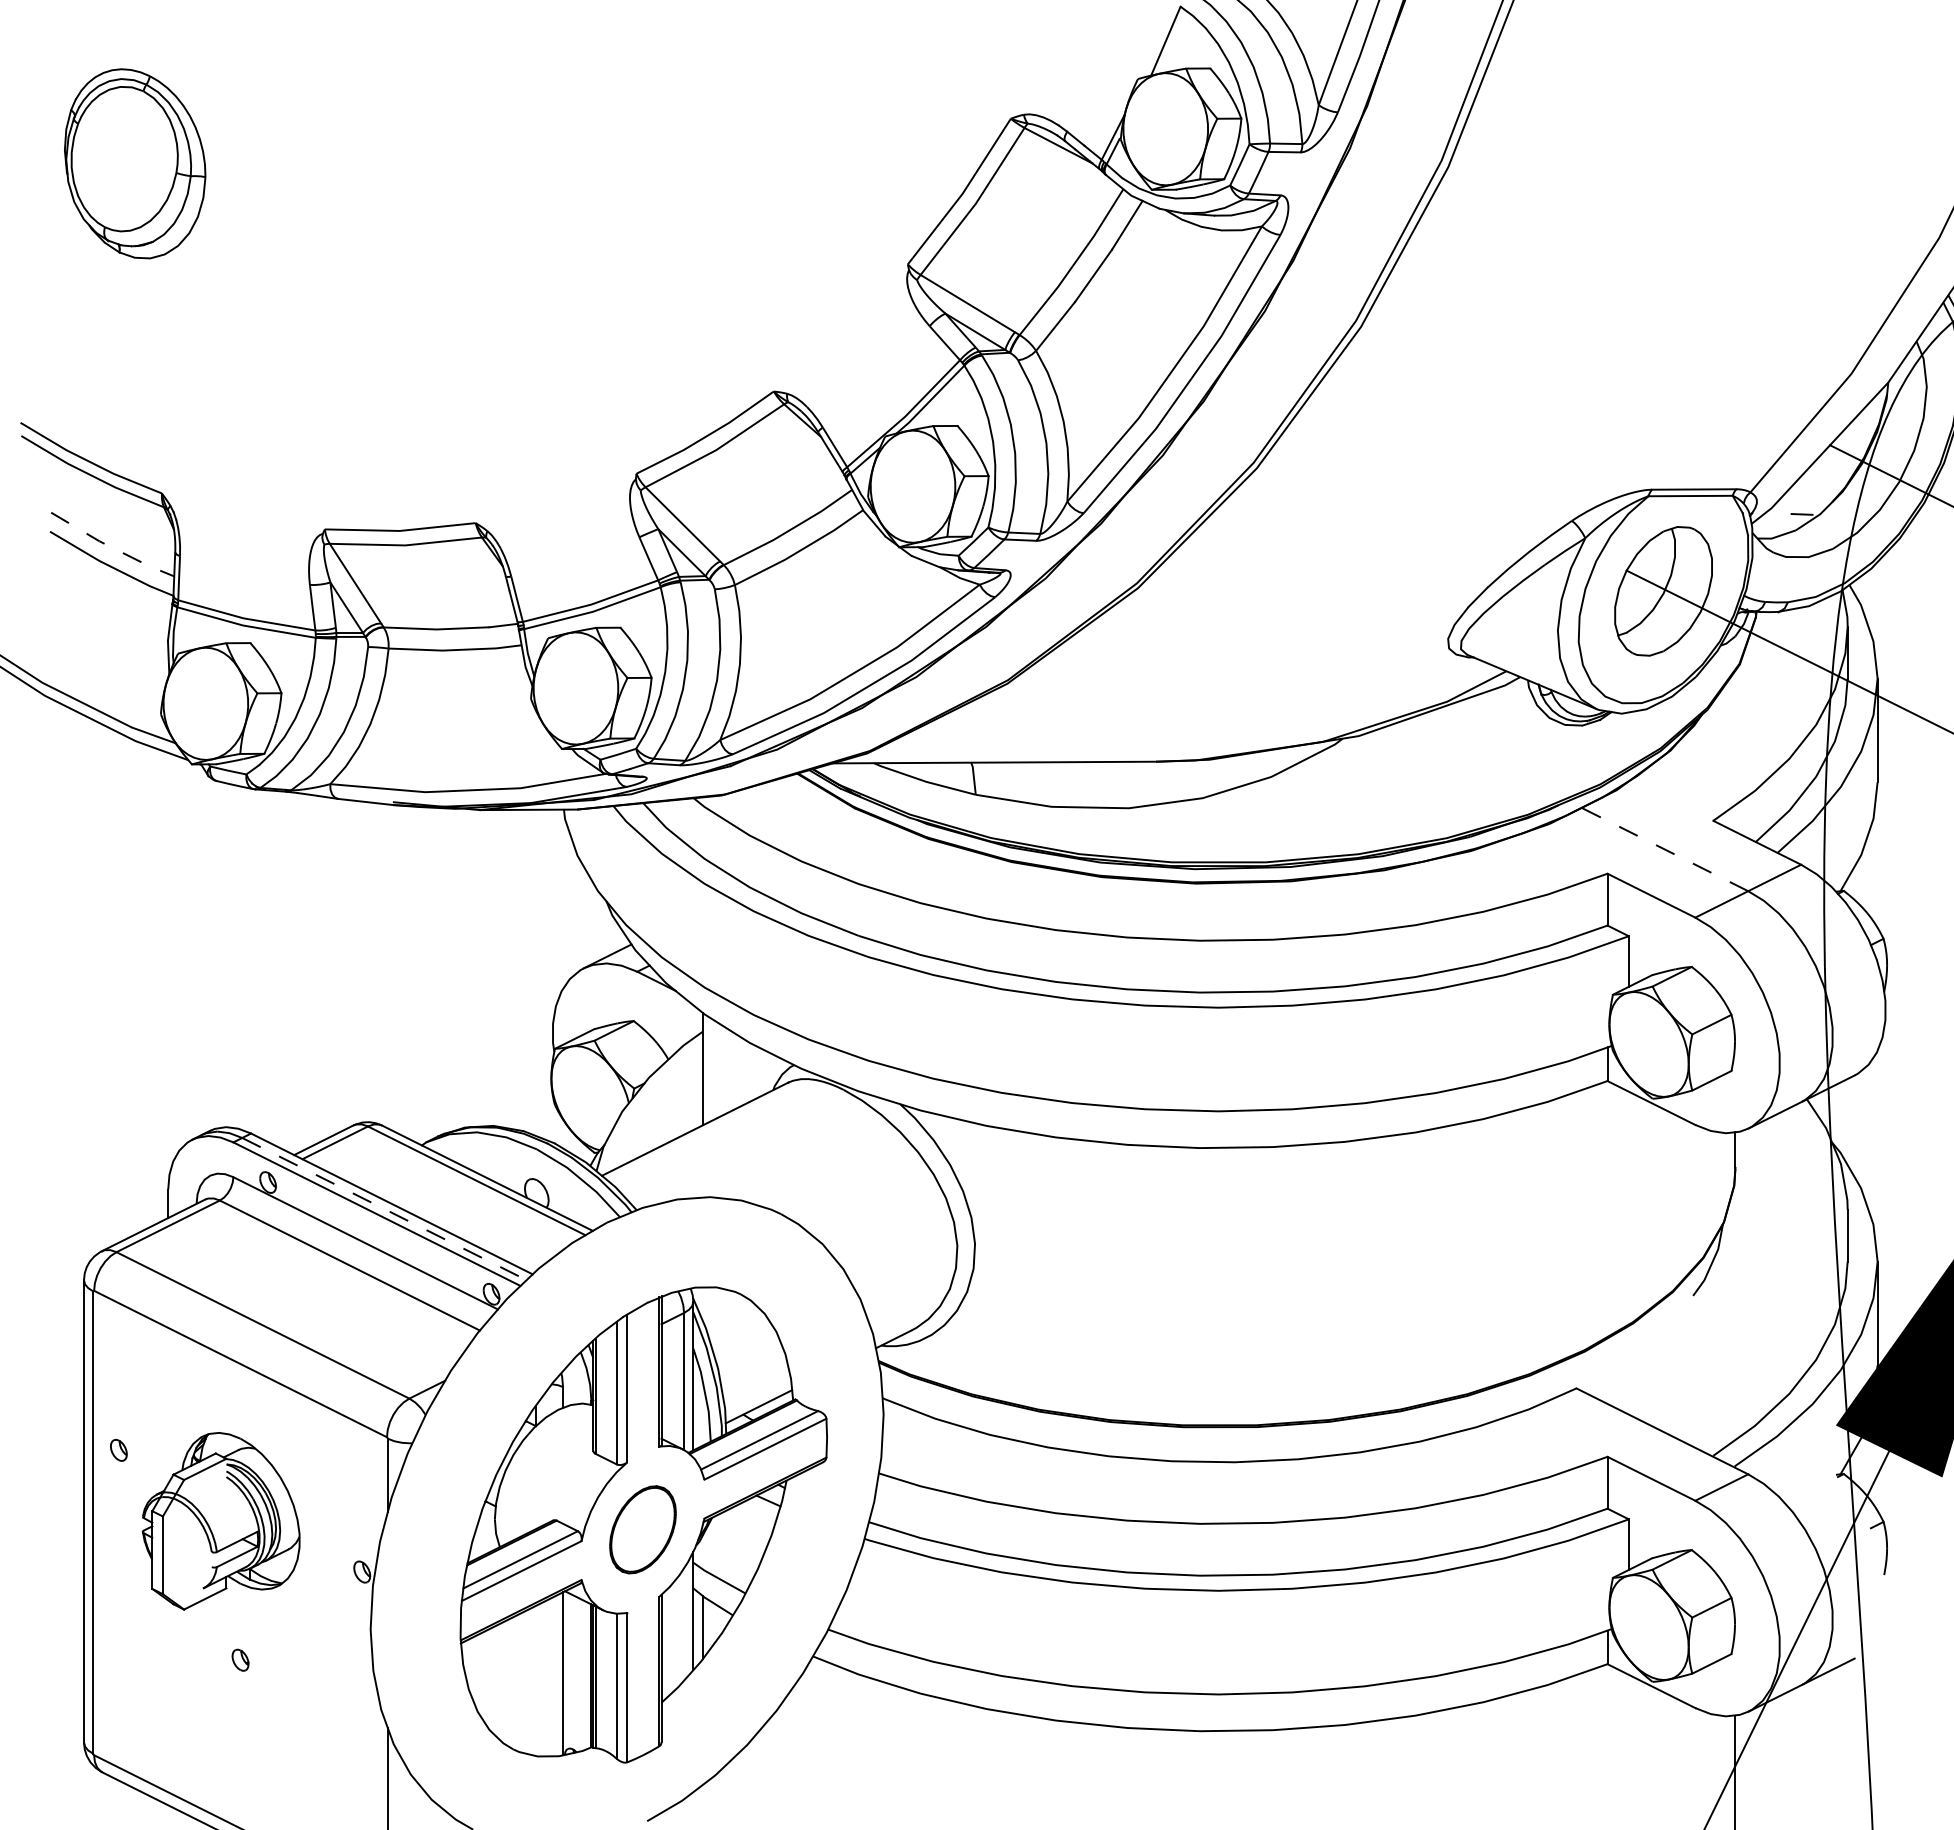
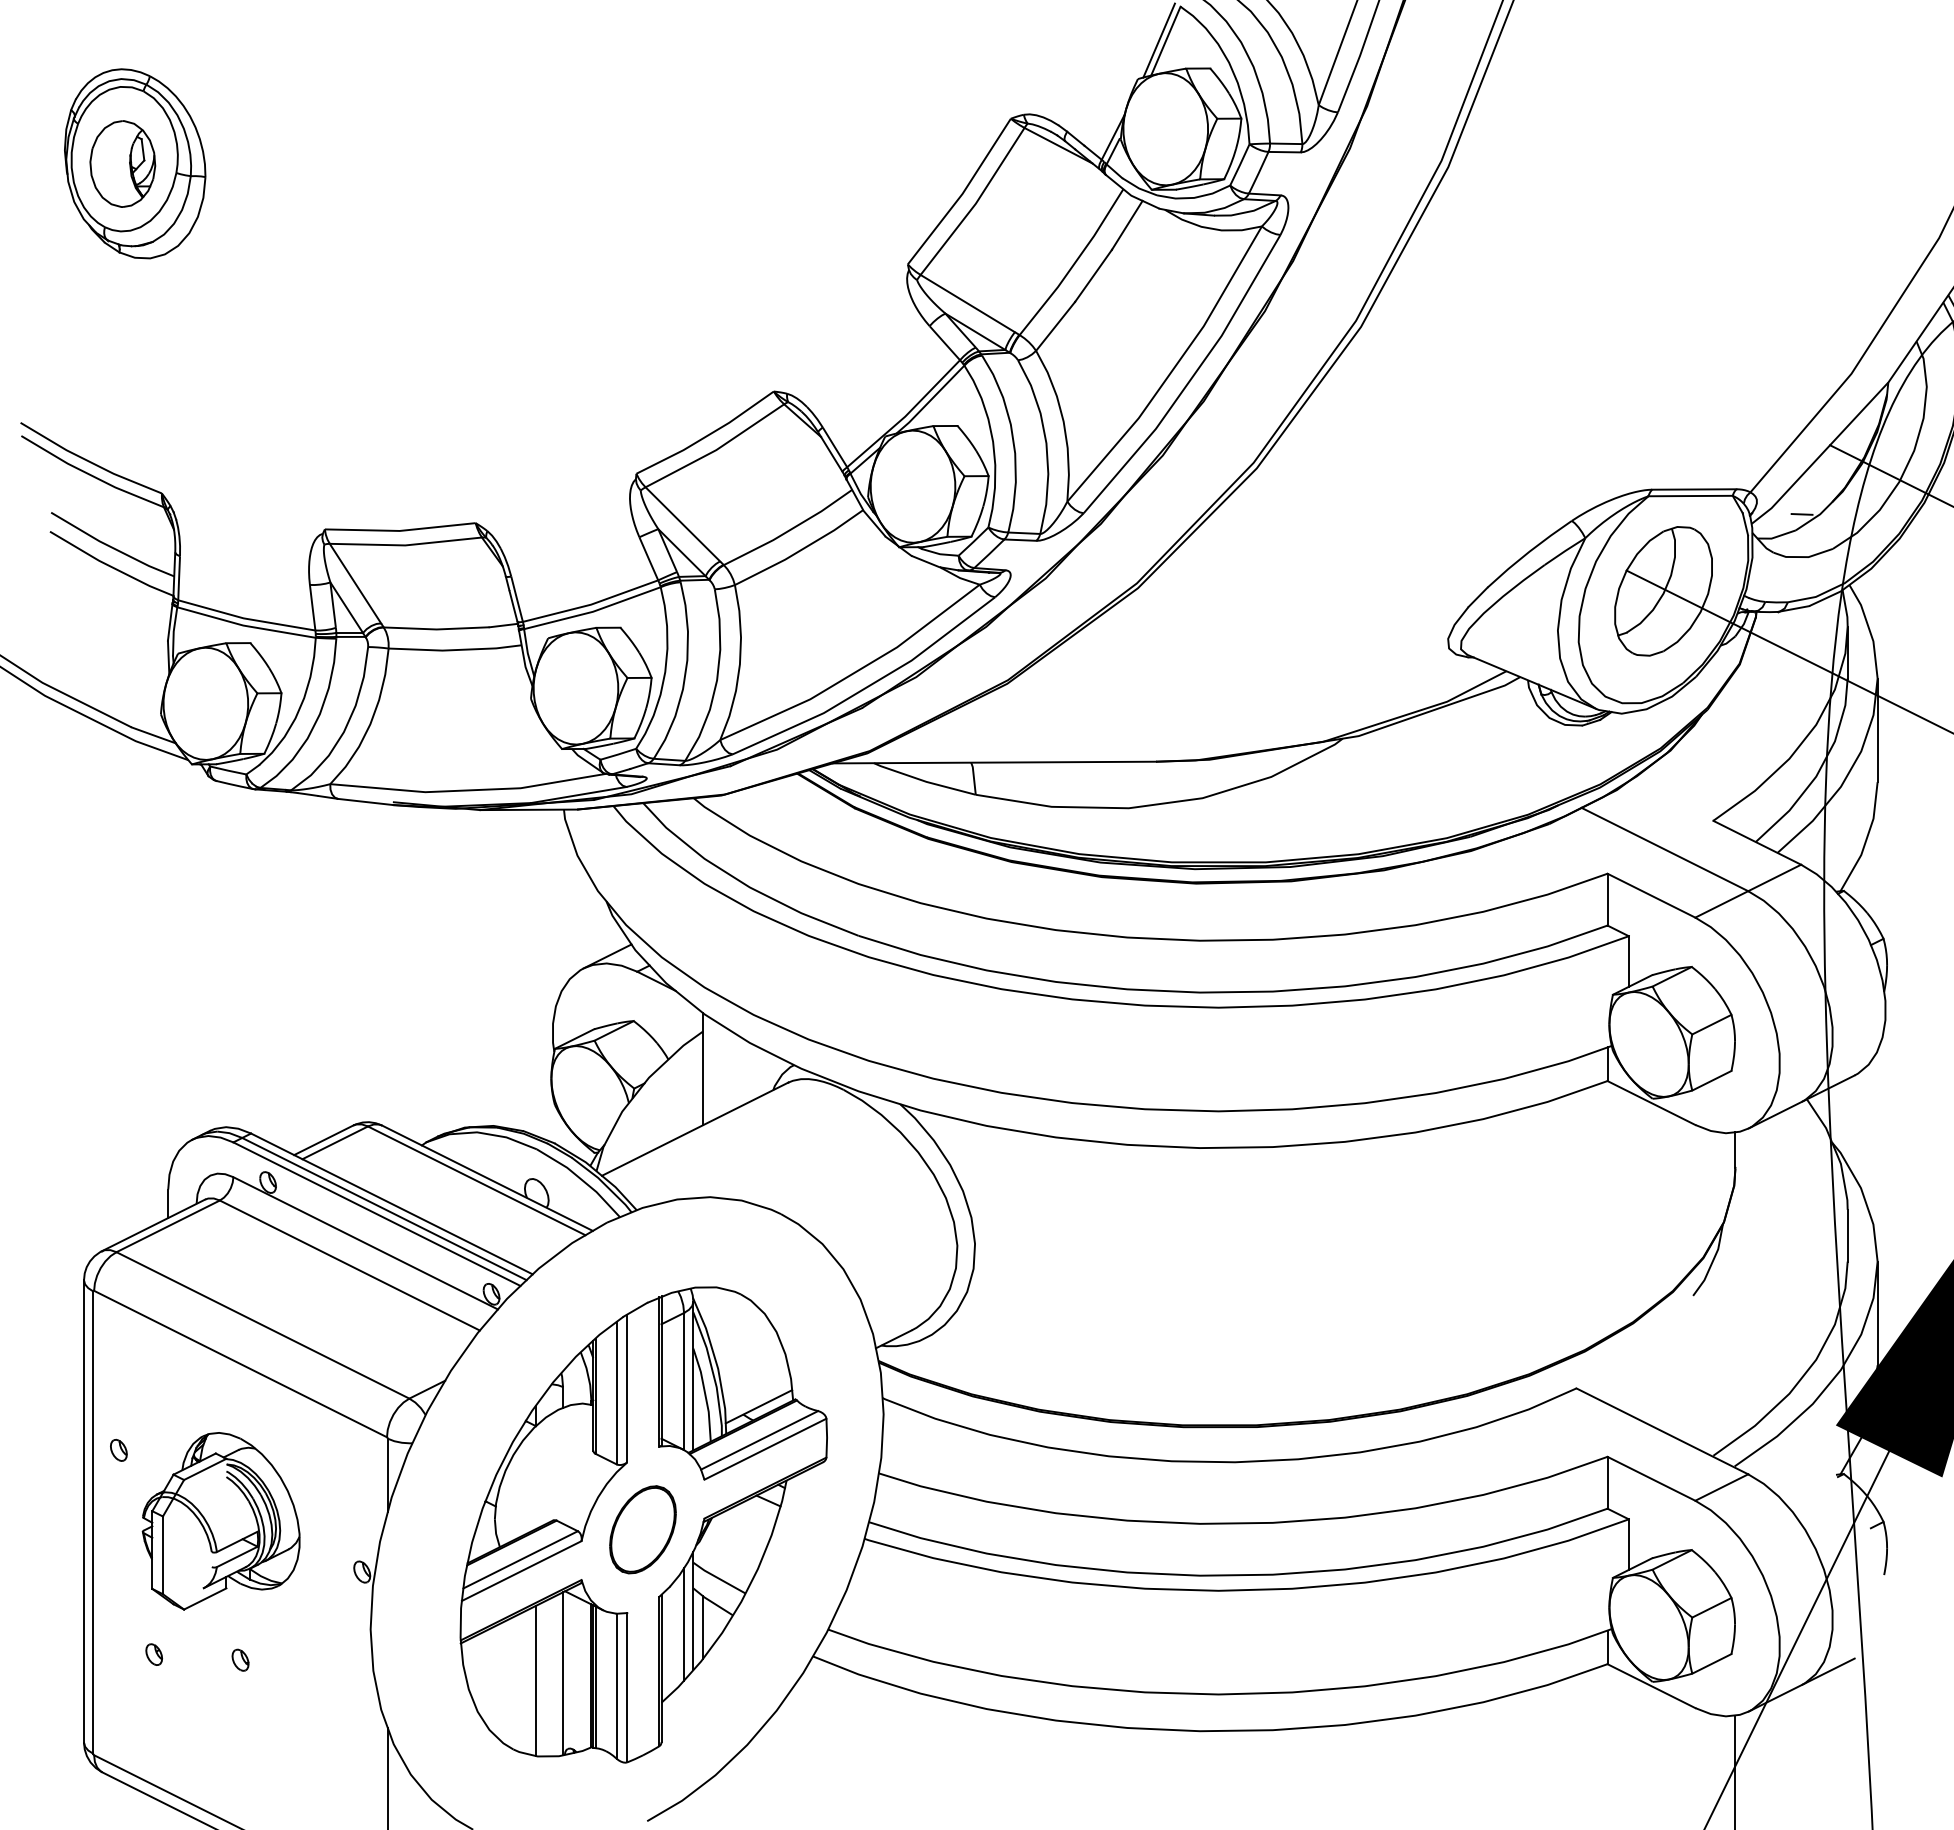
line at (1158, 40): none -> present
part at (122, 163): none -> present
line at (111, 547): dashed -> solid
line at (1664, 849): dashed -> solid
line at (384, 1209): dashed -> solid
line at (684, 1624): none -> present
part at (153, 1654): none -> present
line at (535, 1680): none -> present
